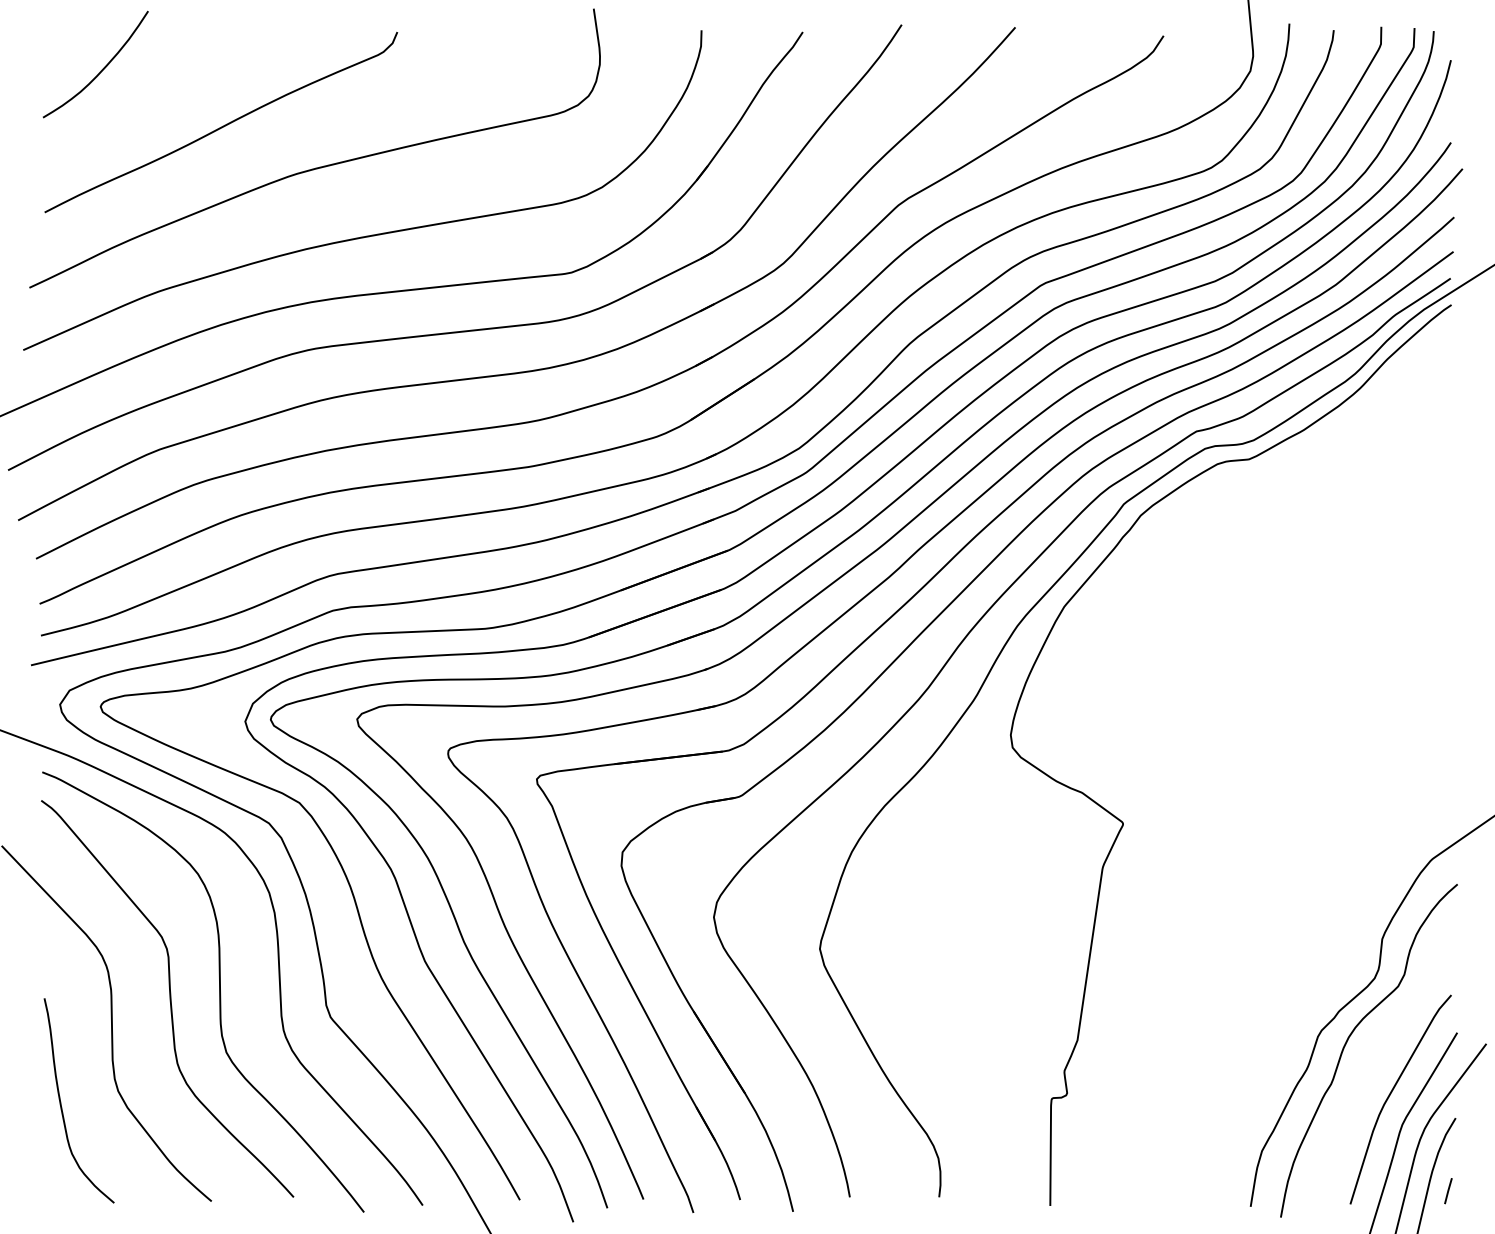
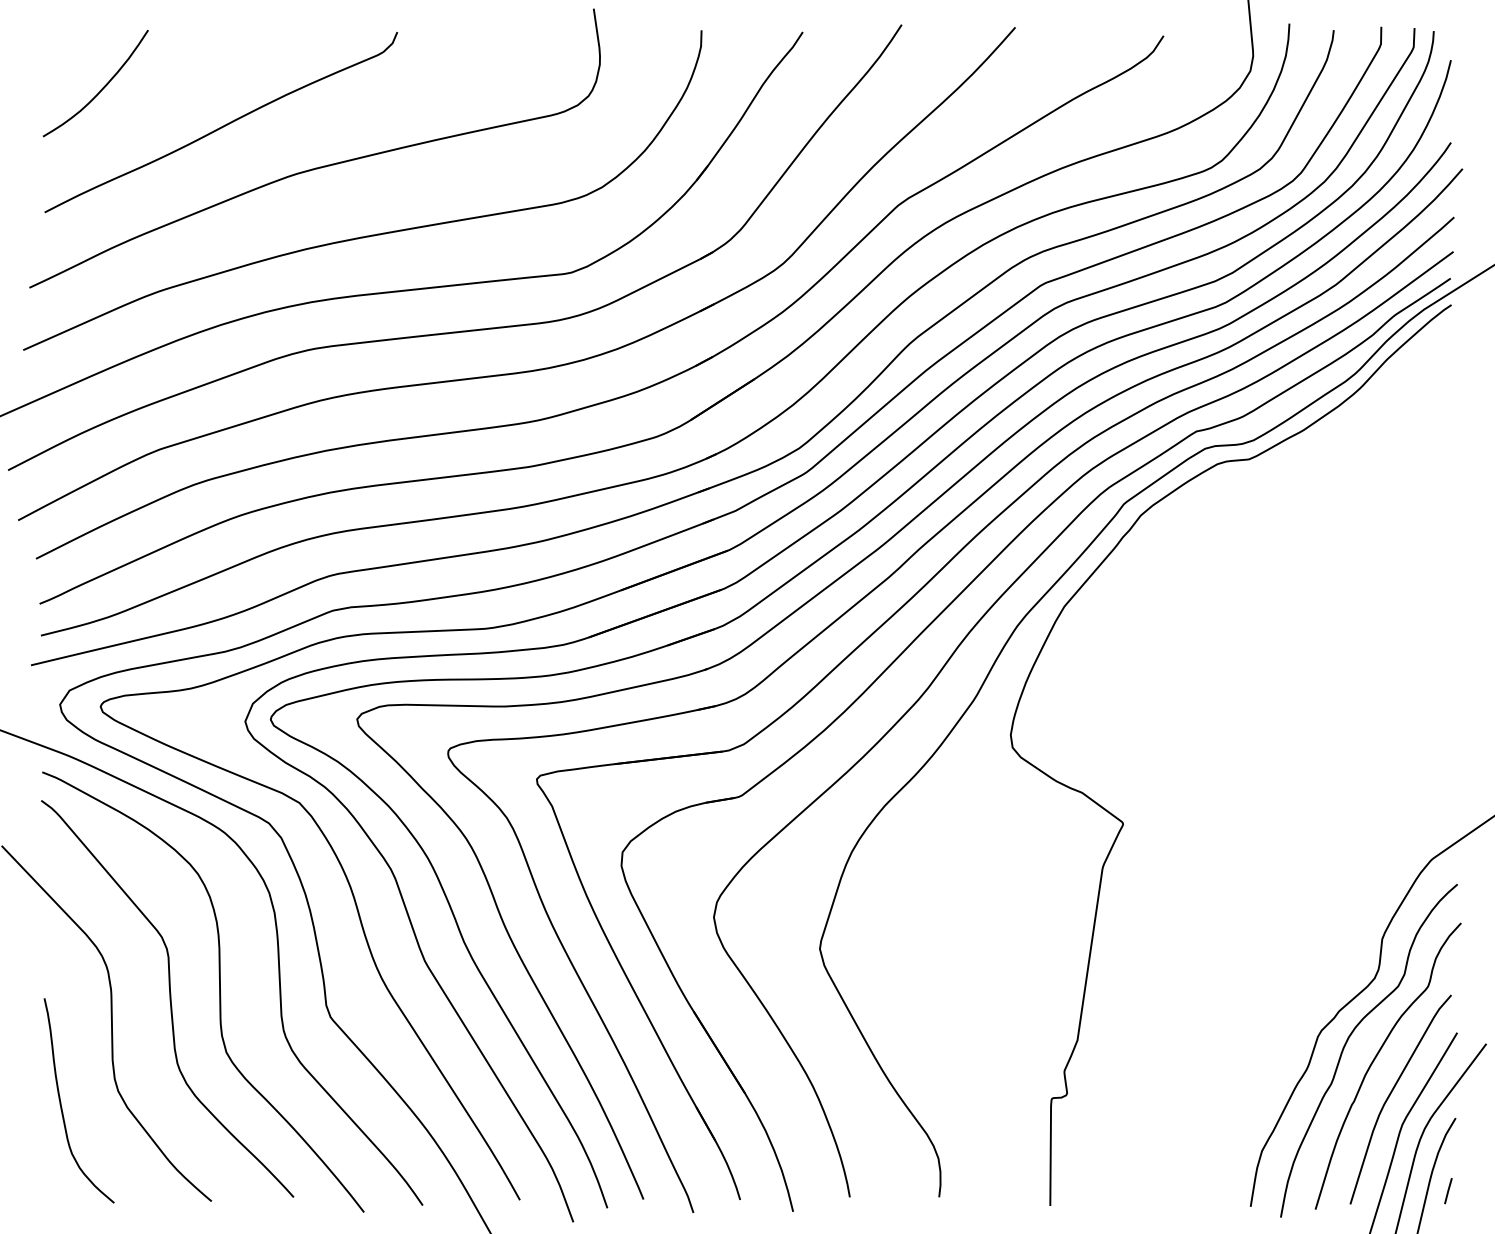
curve at (101, 69) position: (101, 69) -> (101, 88)
curve at (1375, 1059): none -> present
